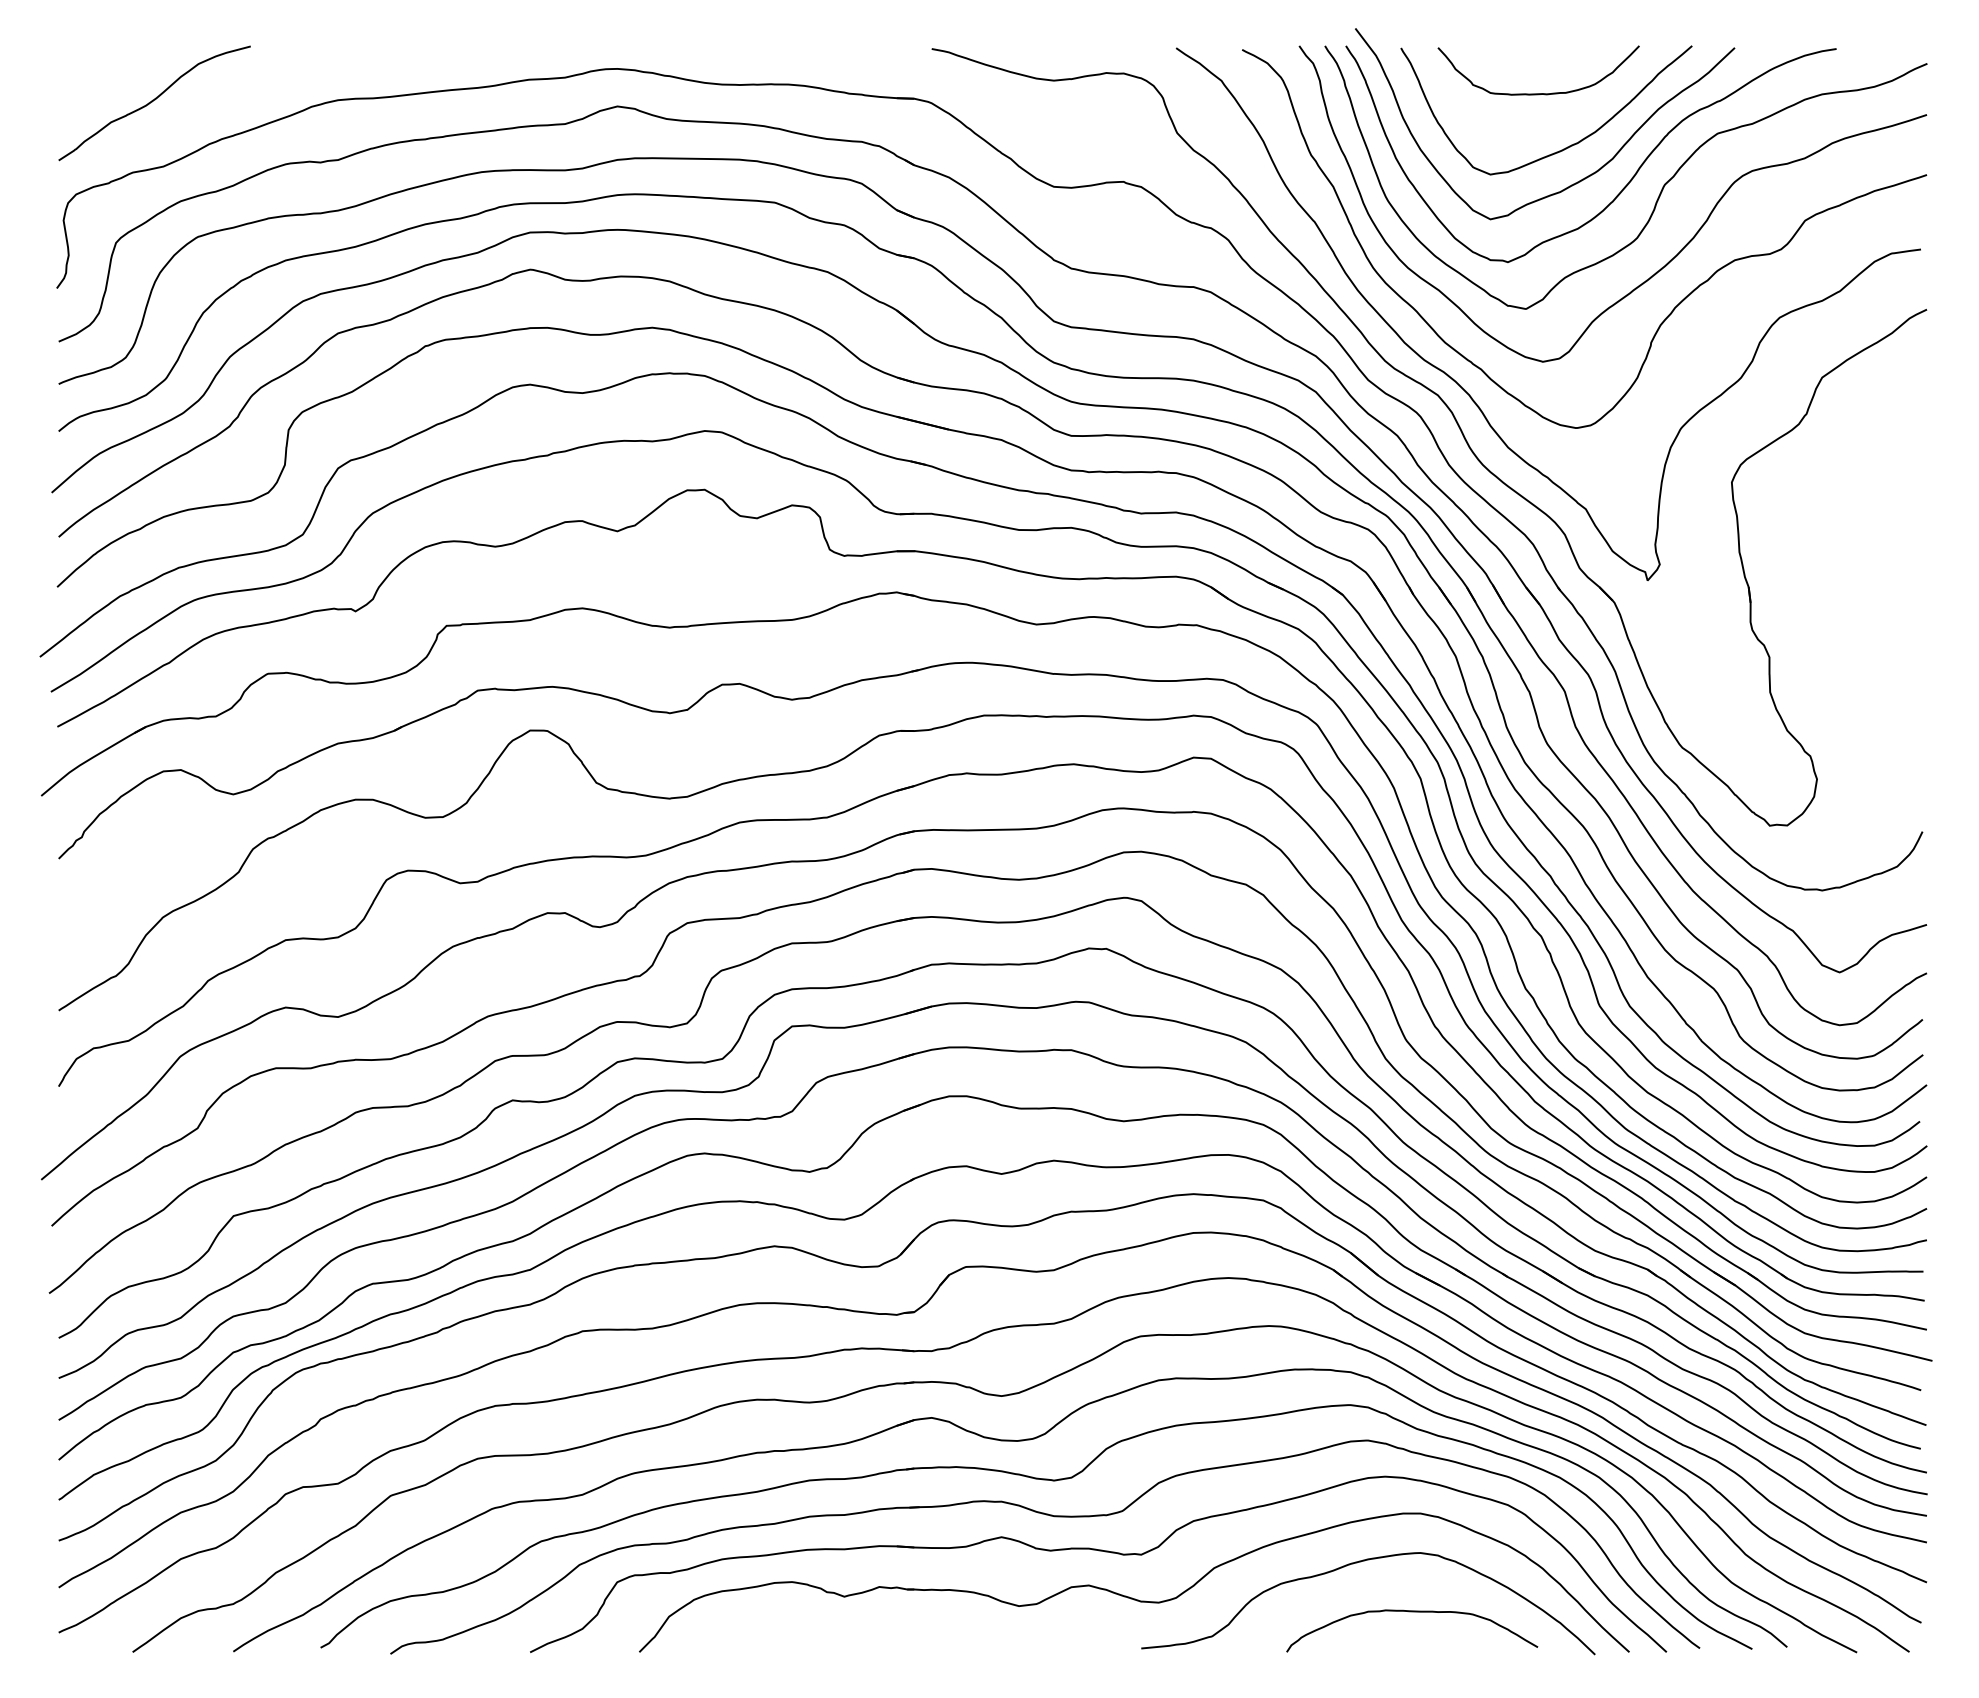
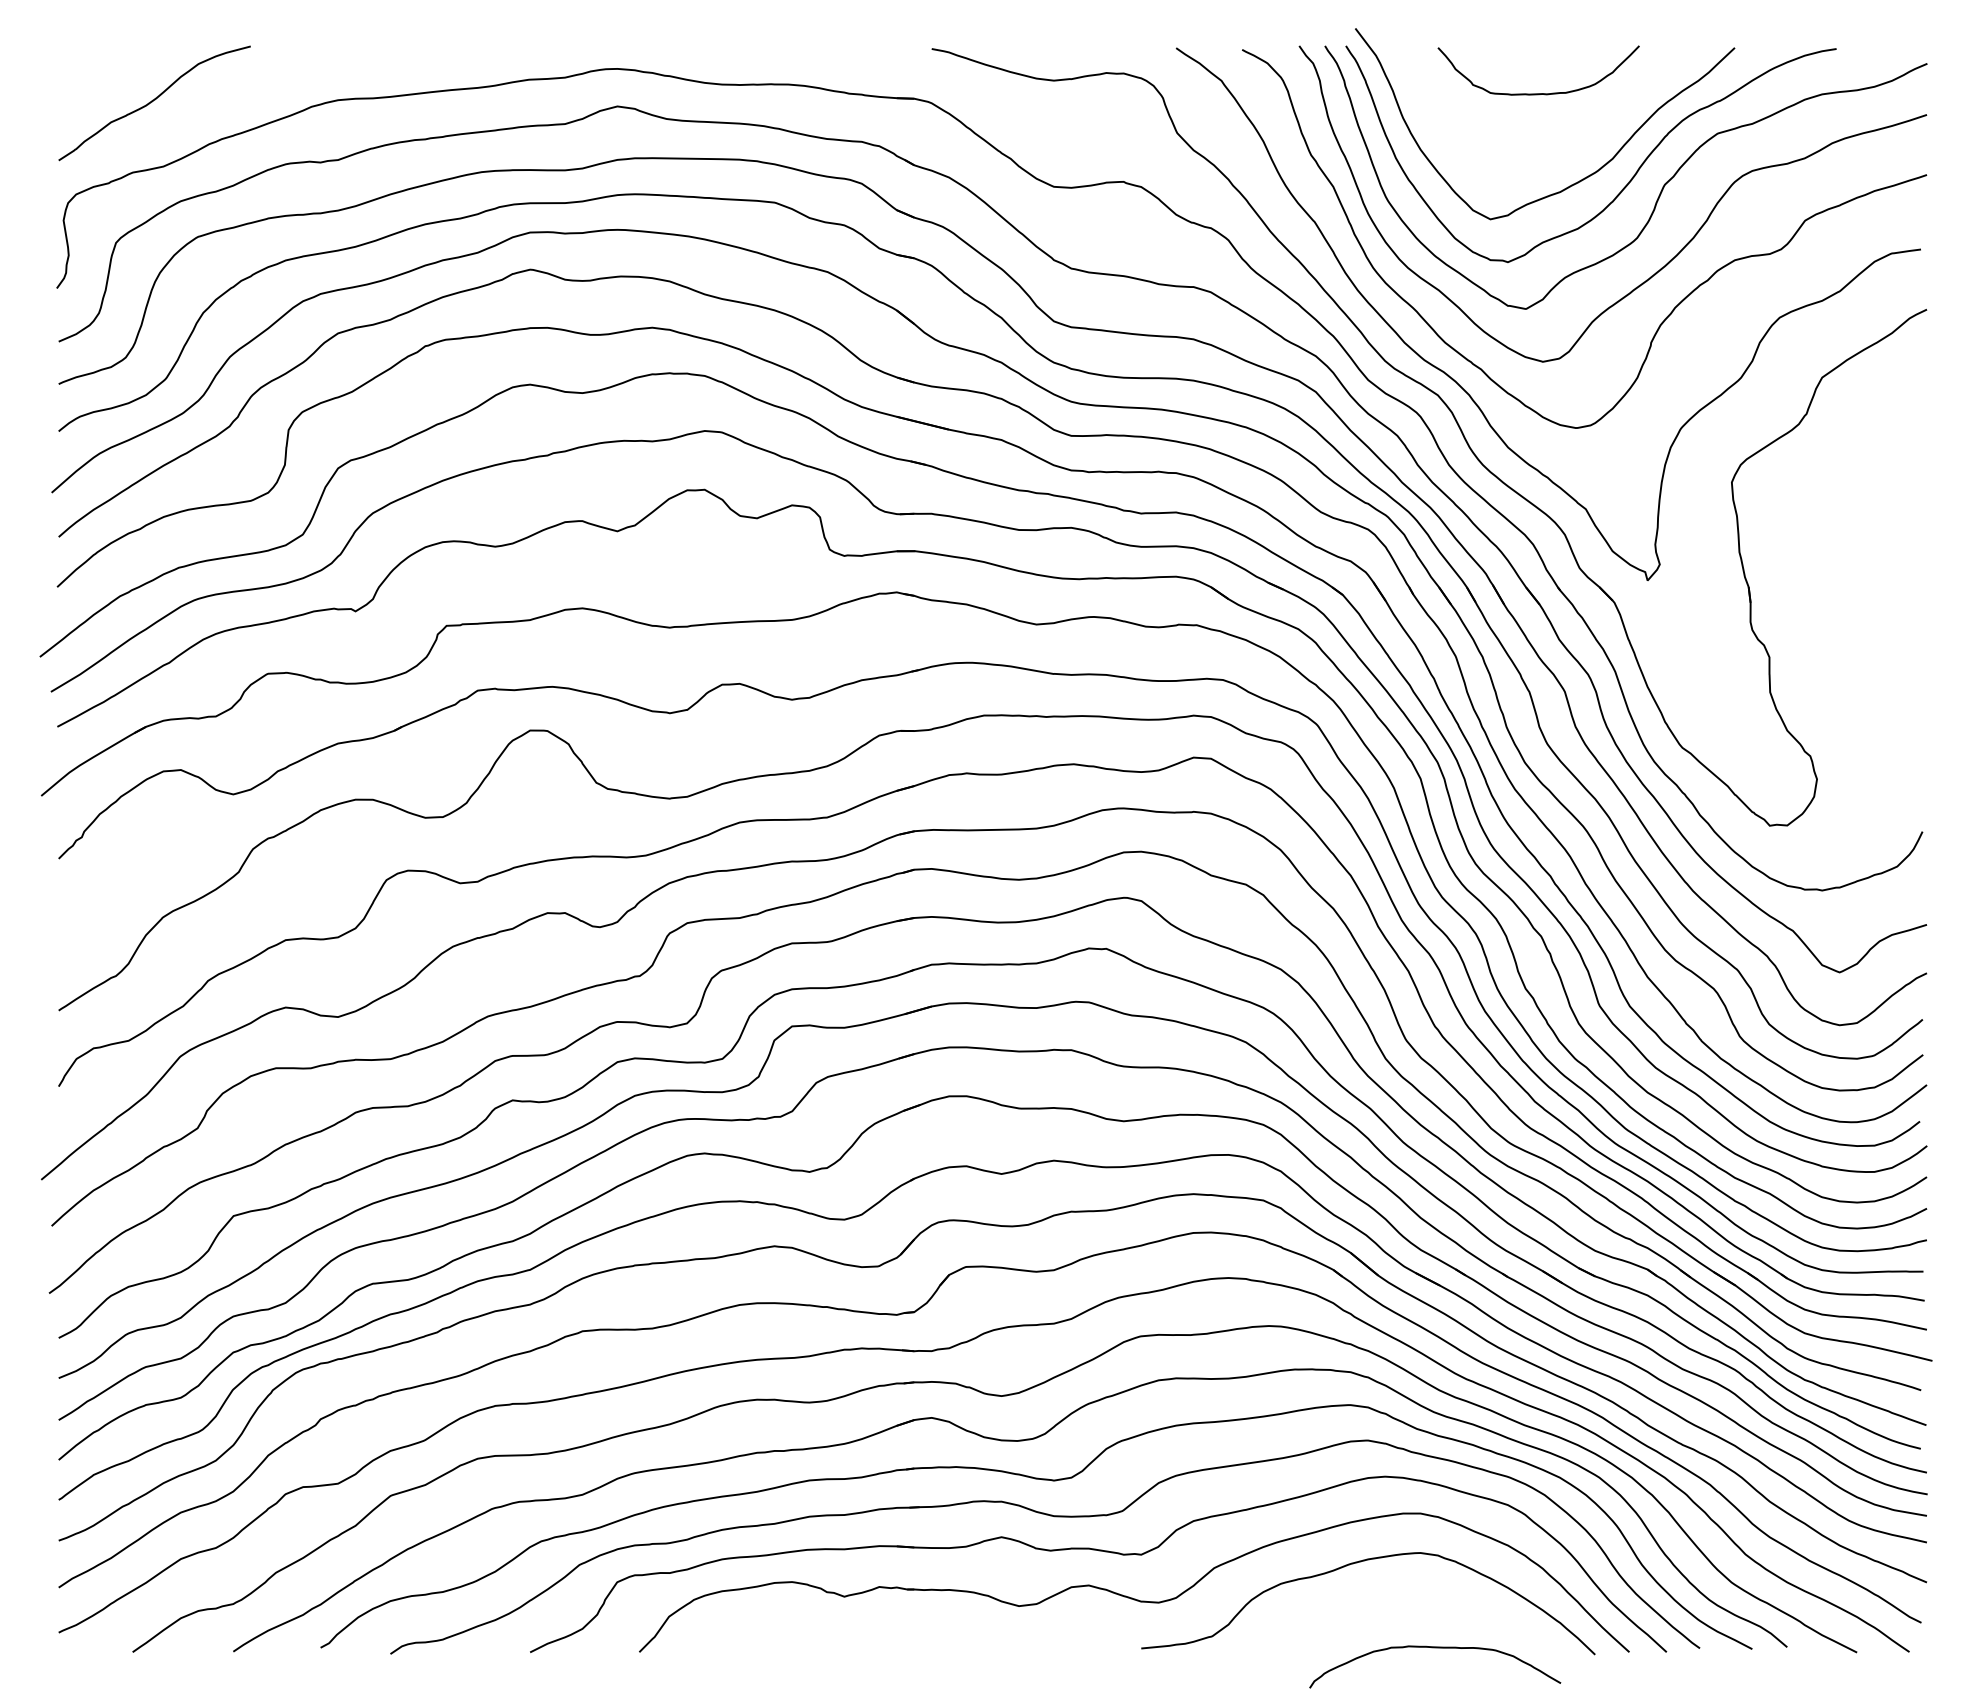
curve at (1565, 147): present -> none
curve at (1412, 1612) position: (1412, 1612) -> (1435, 1648)
